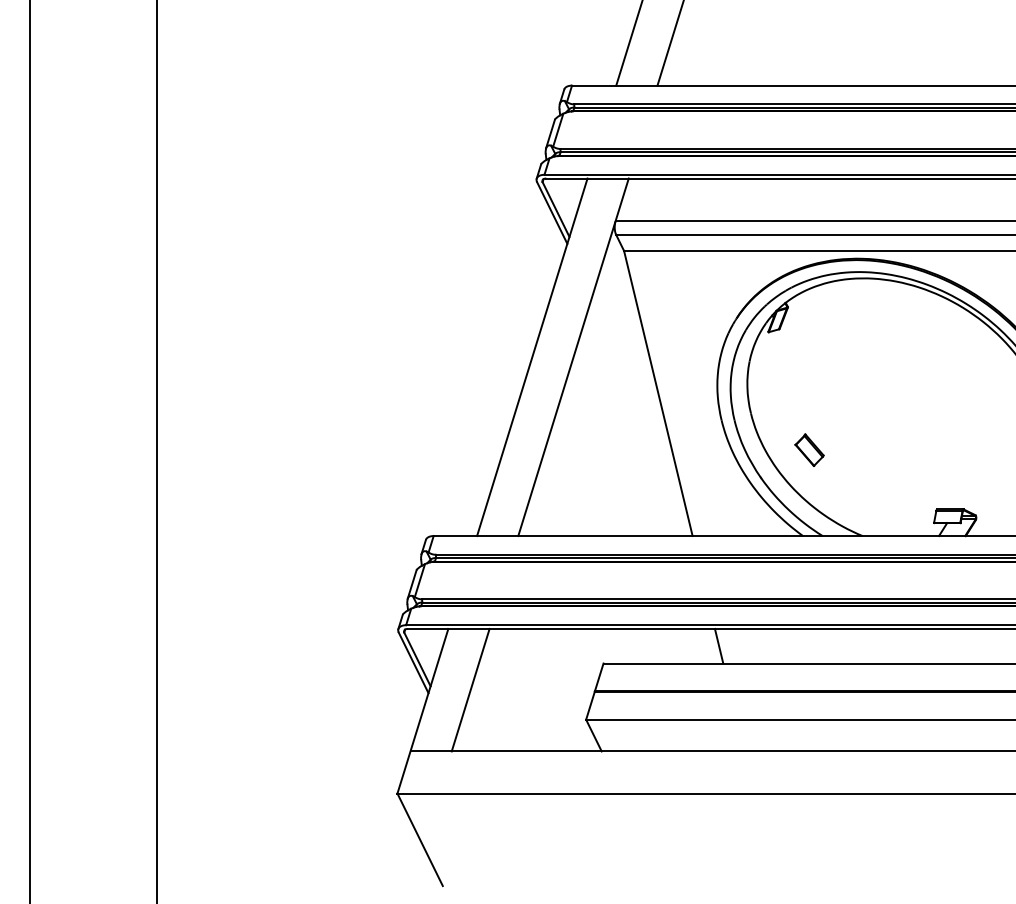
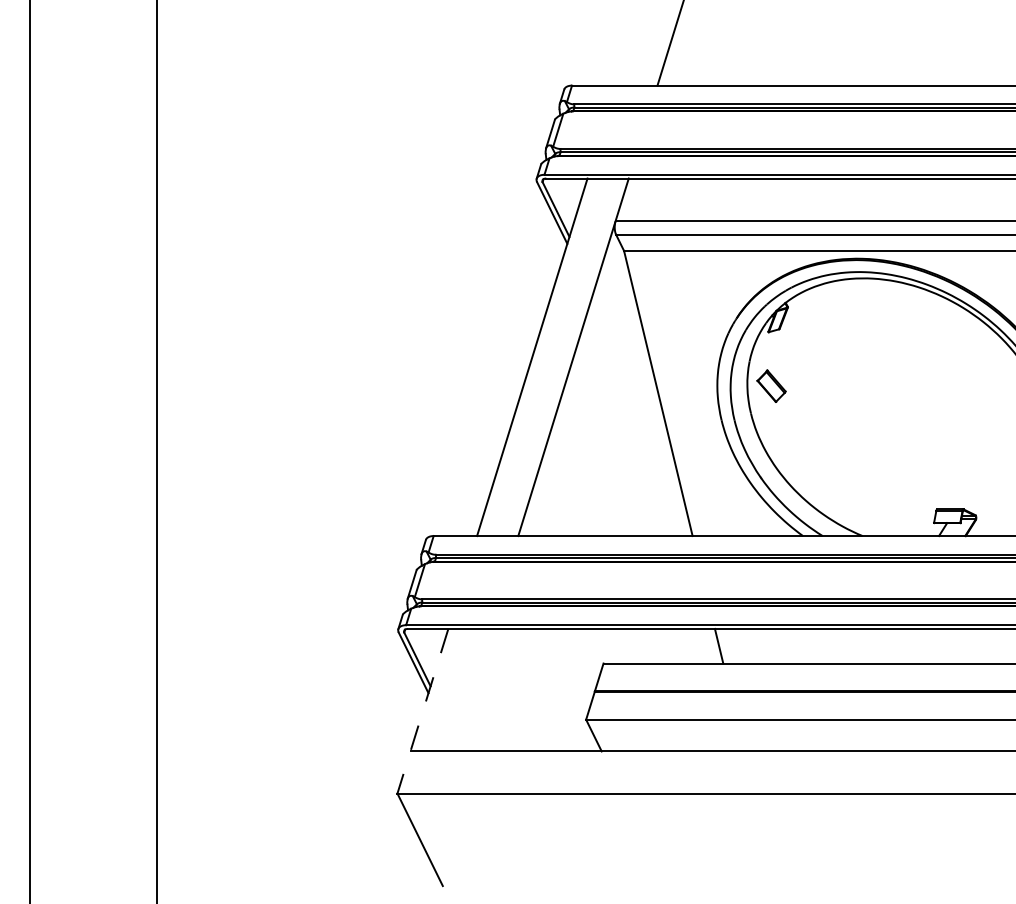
line at (629, 43): present -> none
part at (809, 449) position: (809, 449) -> (771, 385)
line at (470, 689): present -> none
line at (422, 711): solid -> dashed
